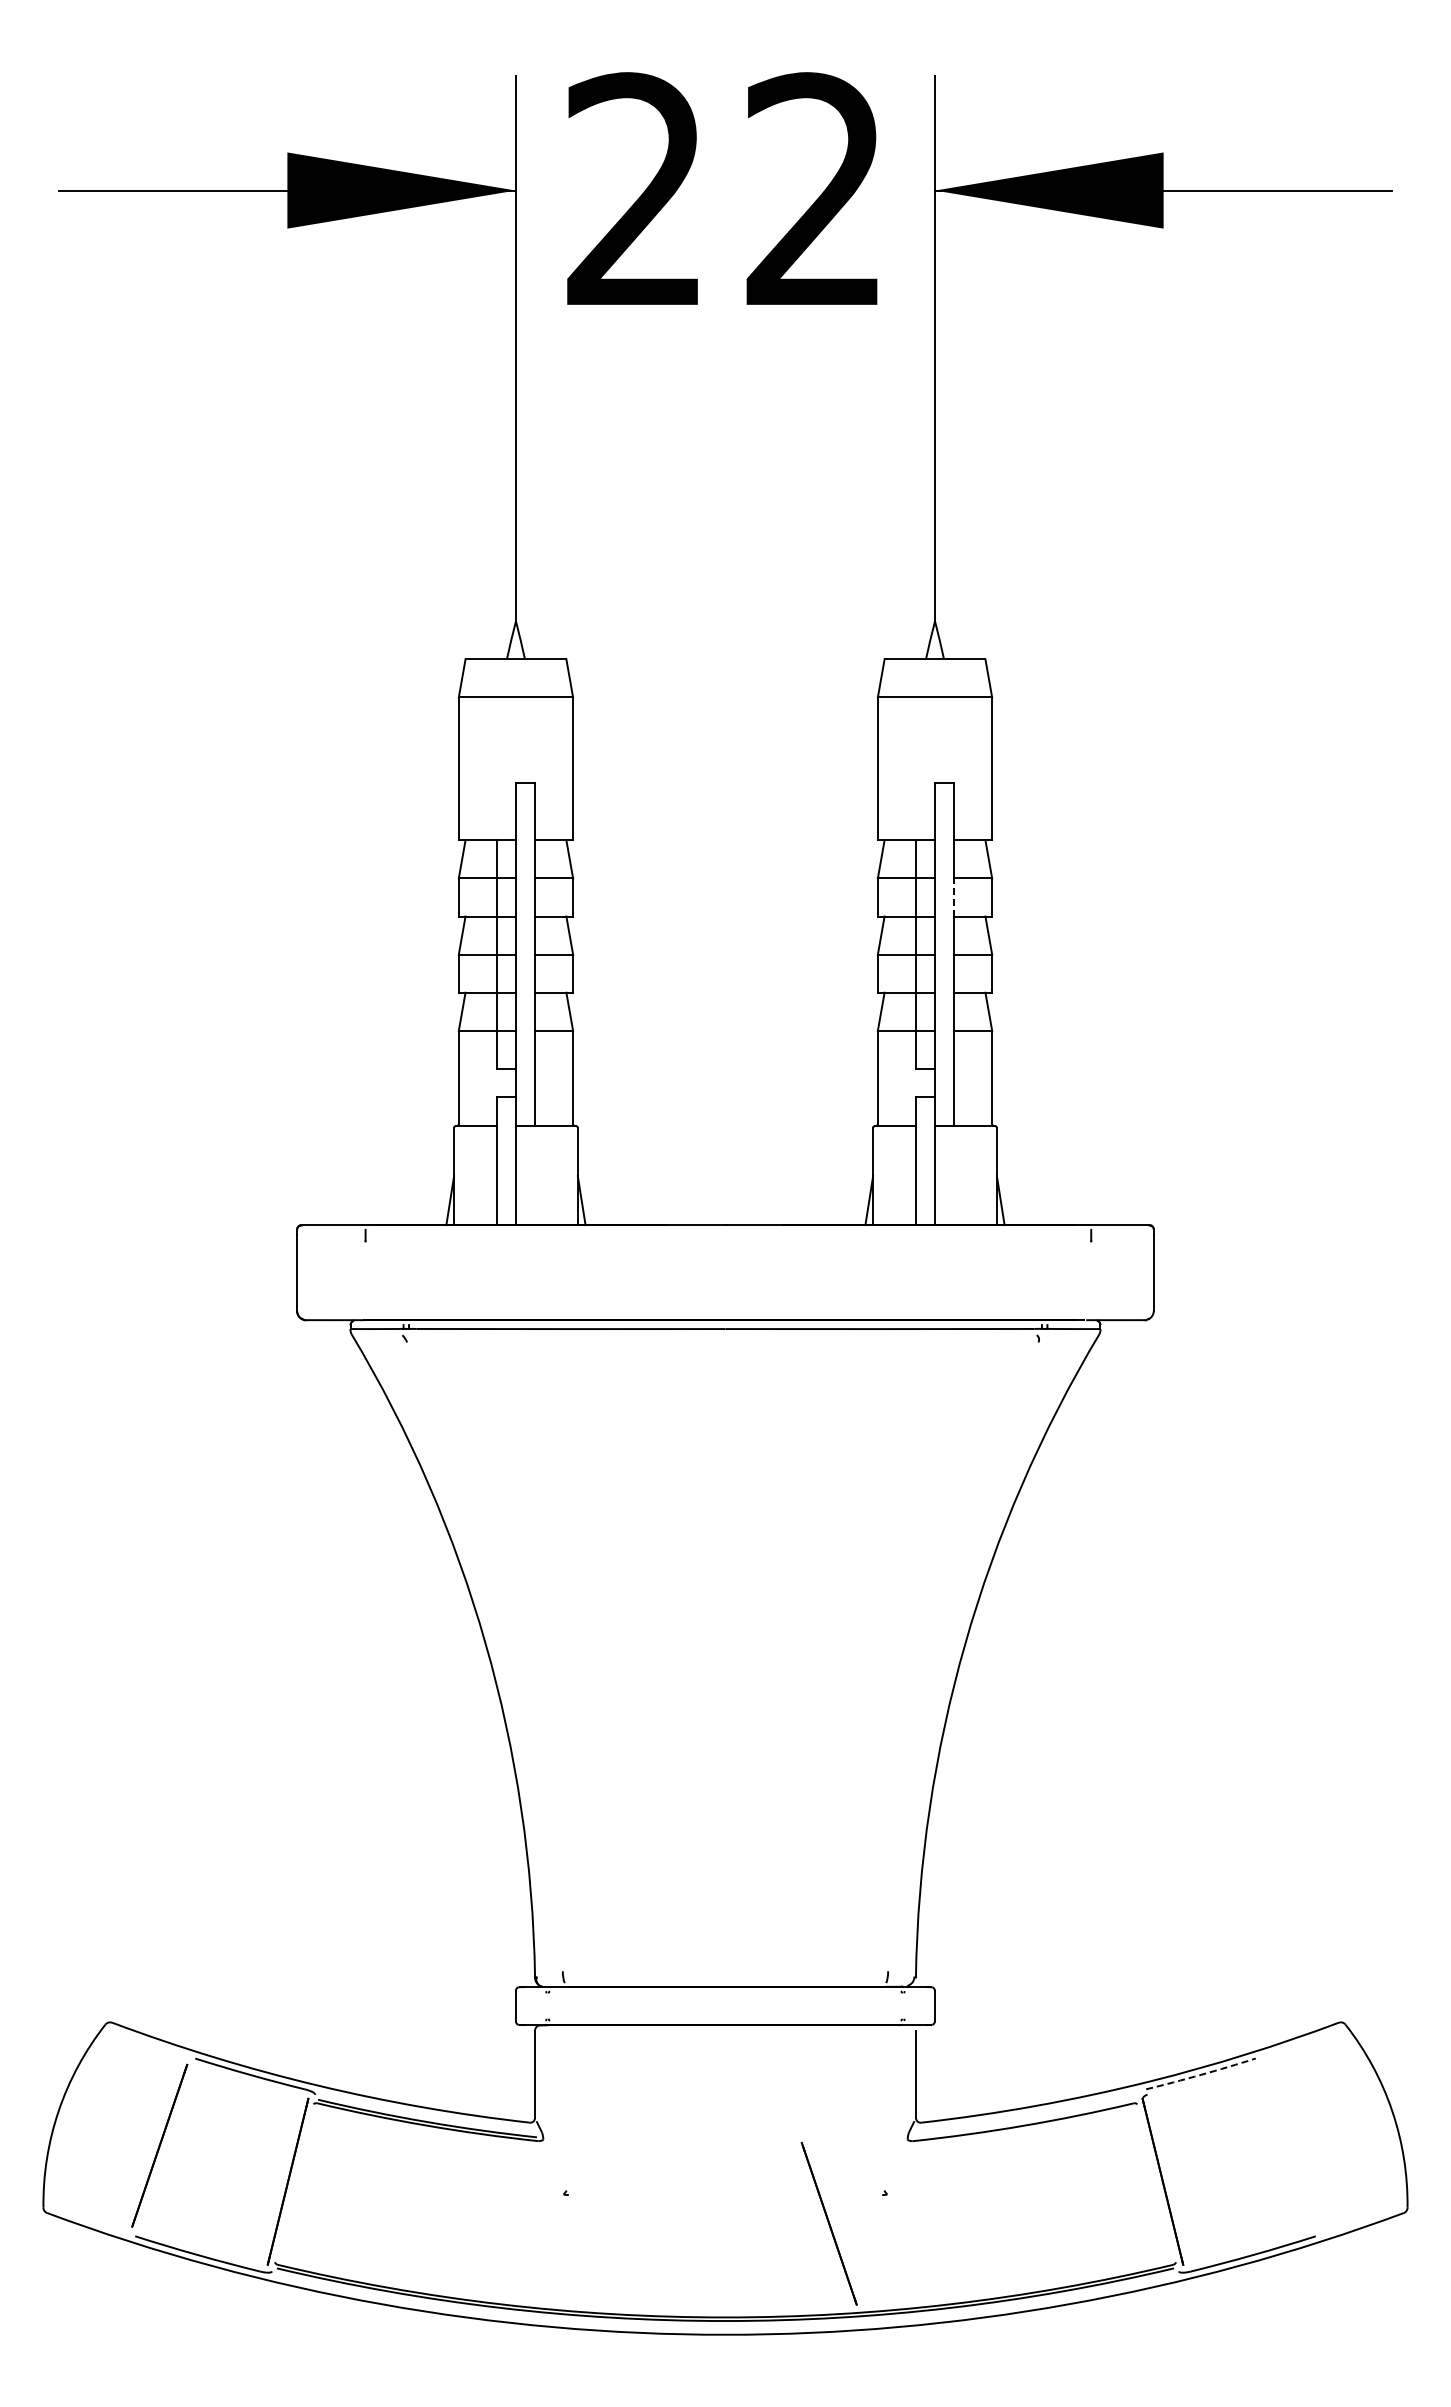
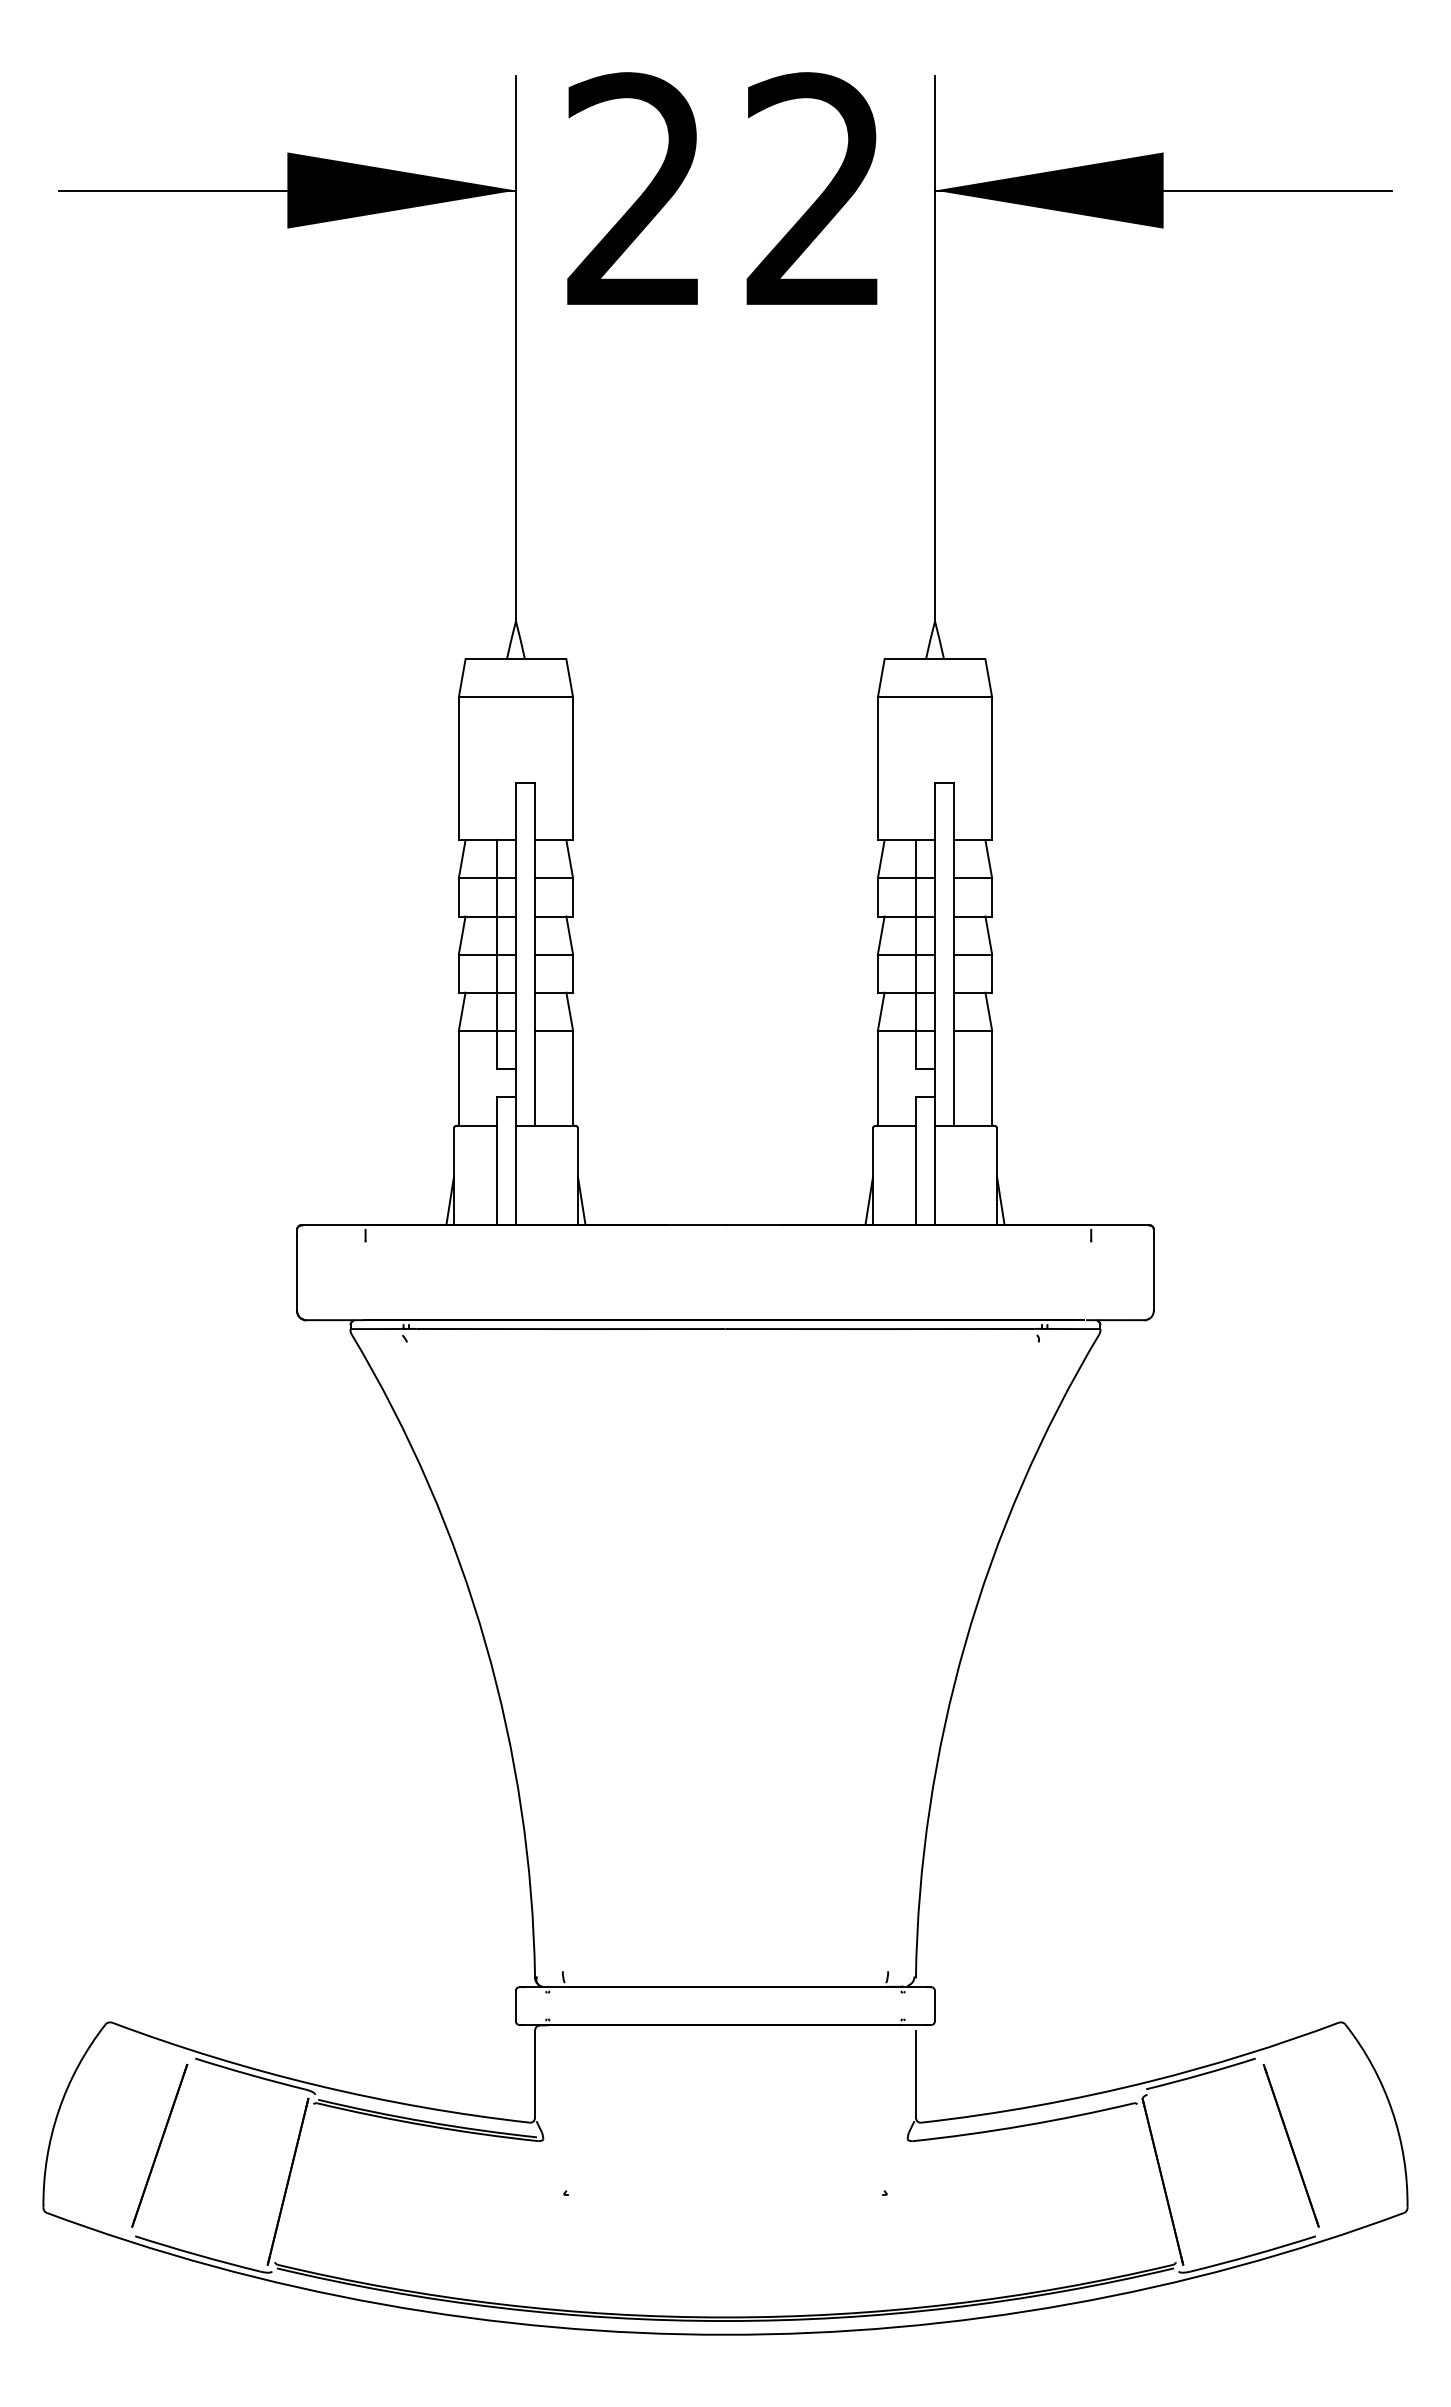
line at (954, 897): dashed -> solid
arc at (1201, 2074): dashed -> solid
line at (828, 2223) position: (828, 2223) -> (1290, 2145)
